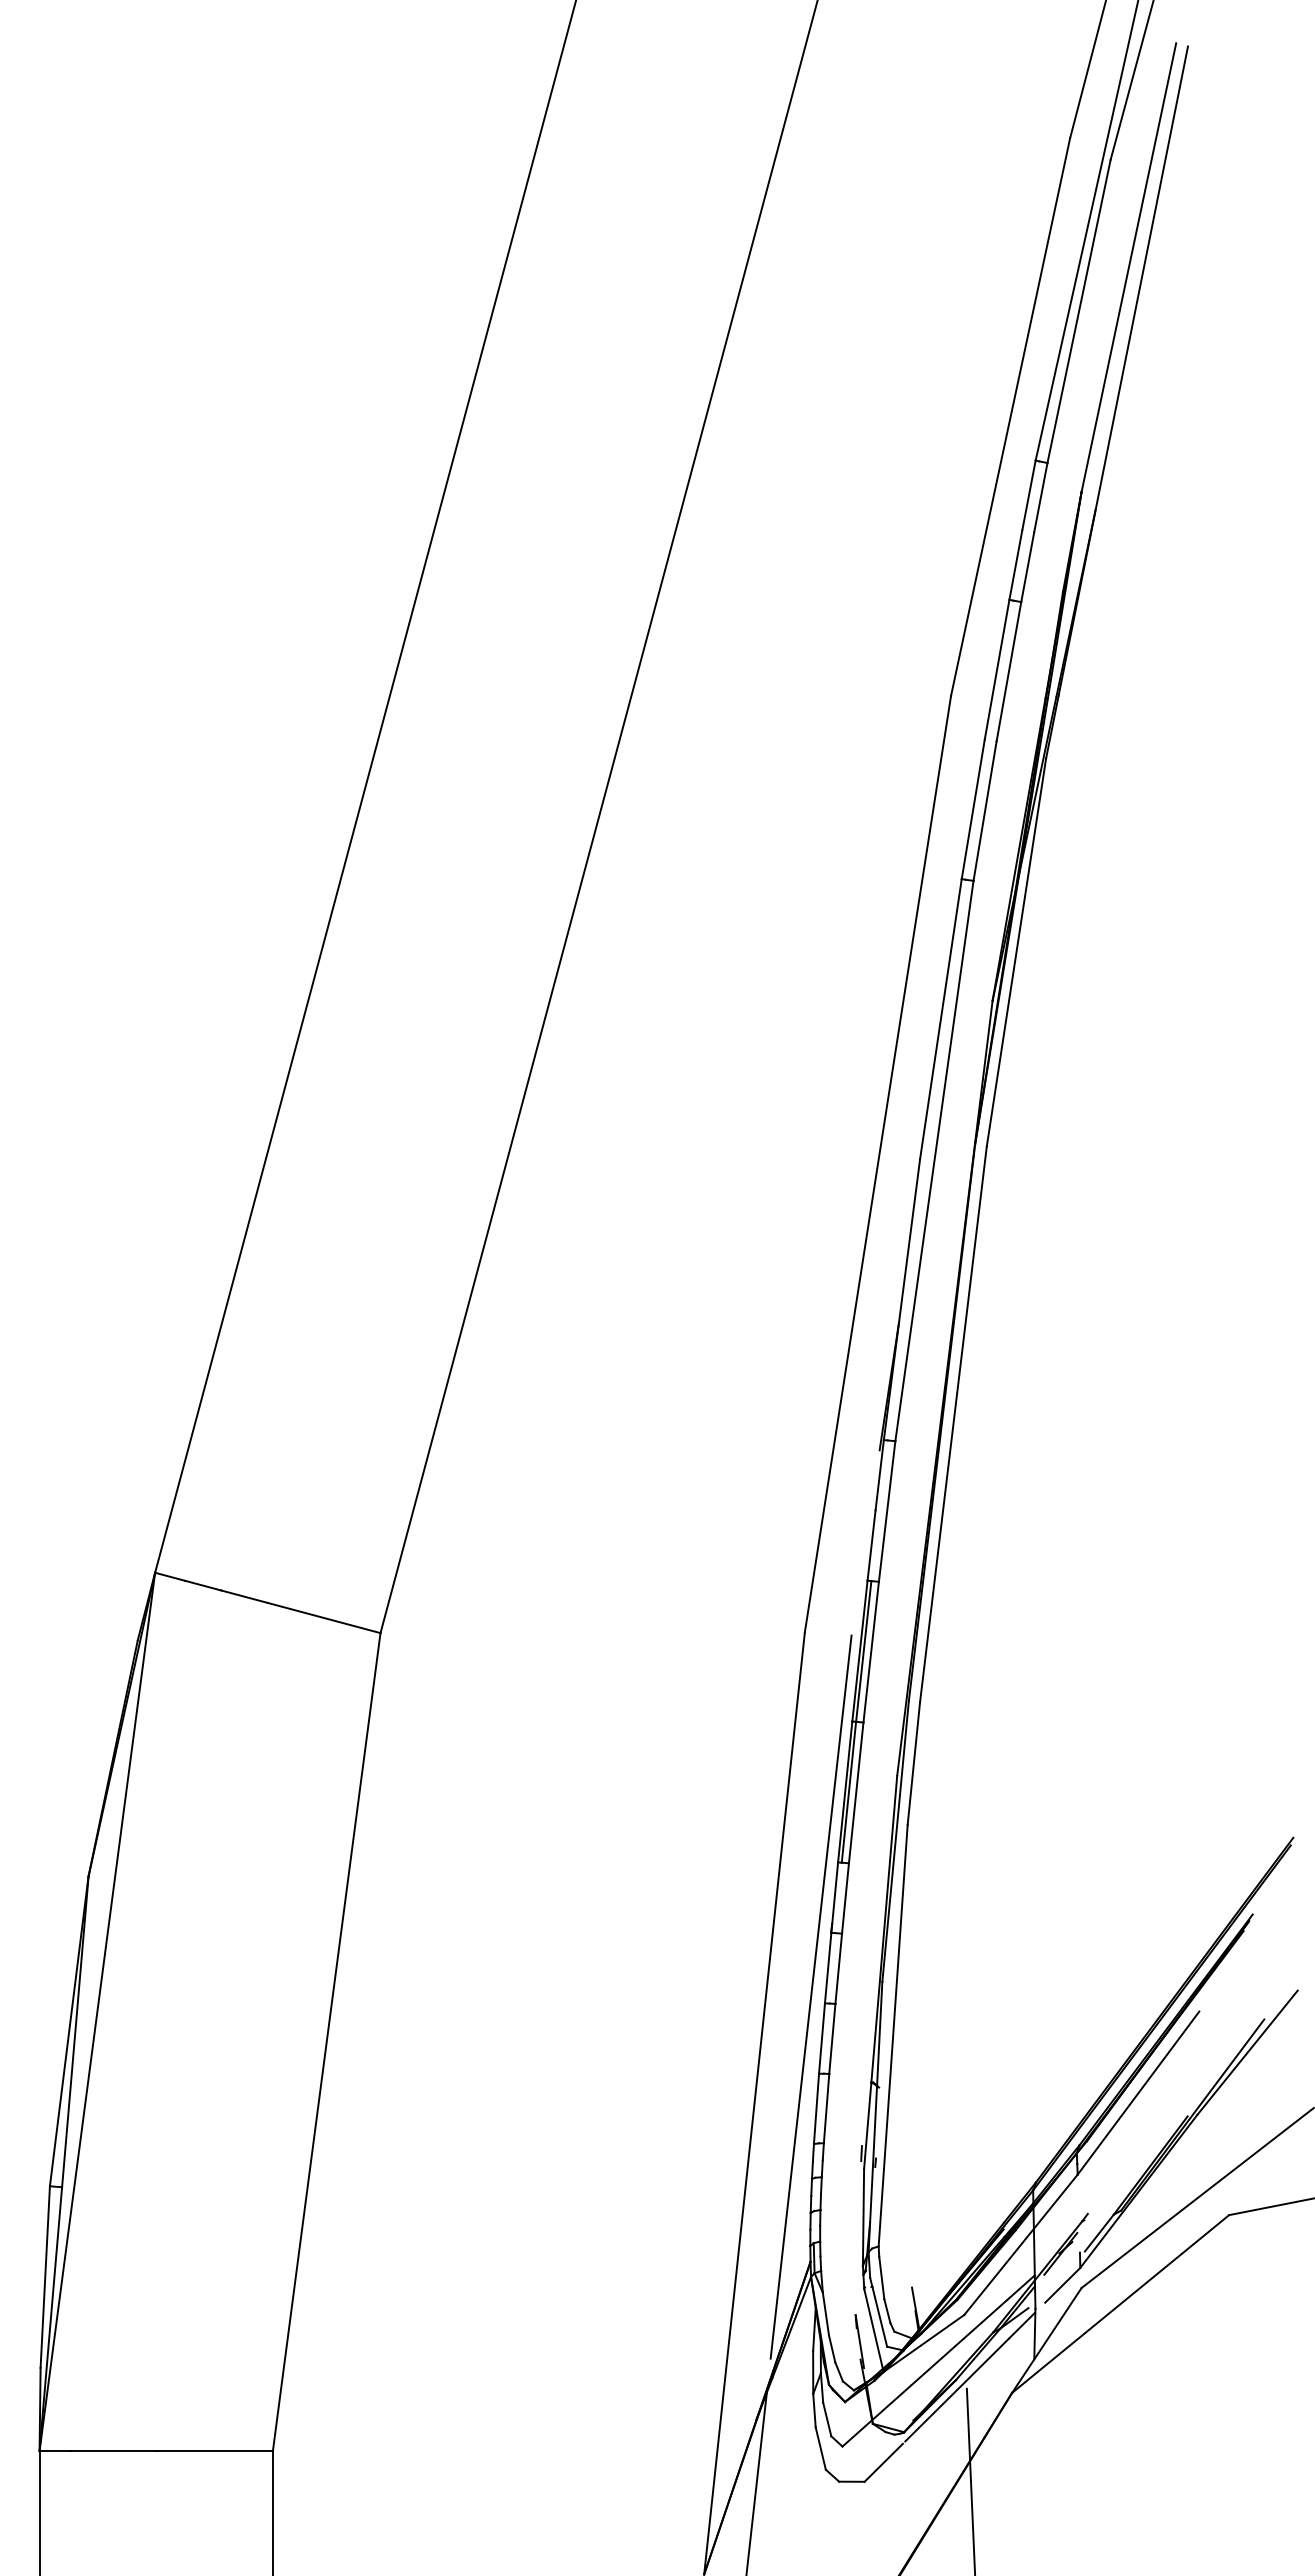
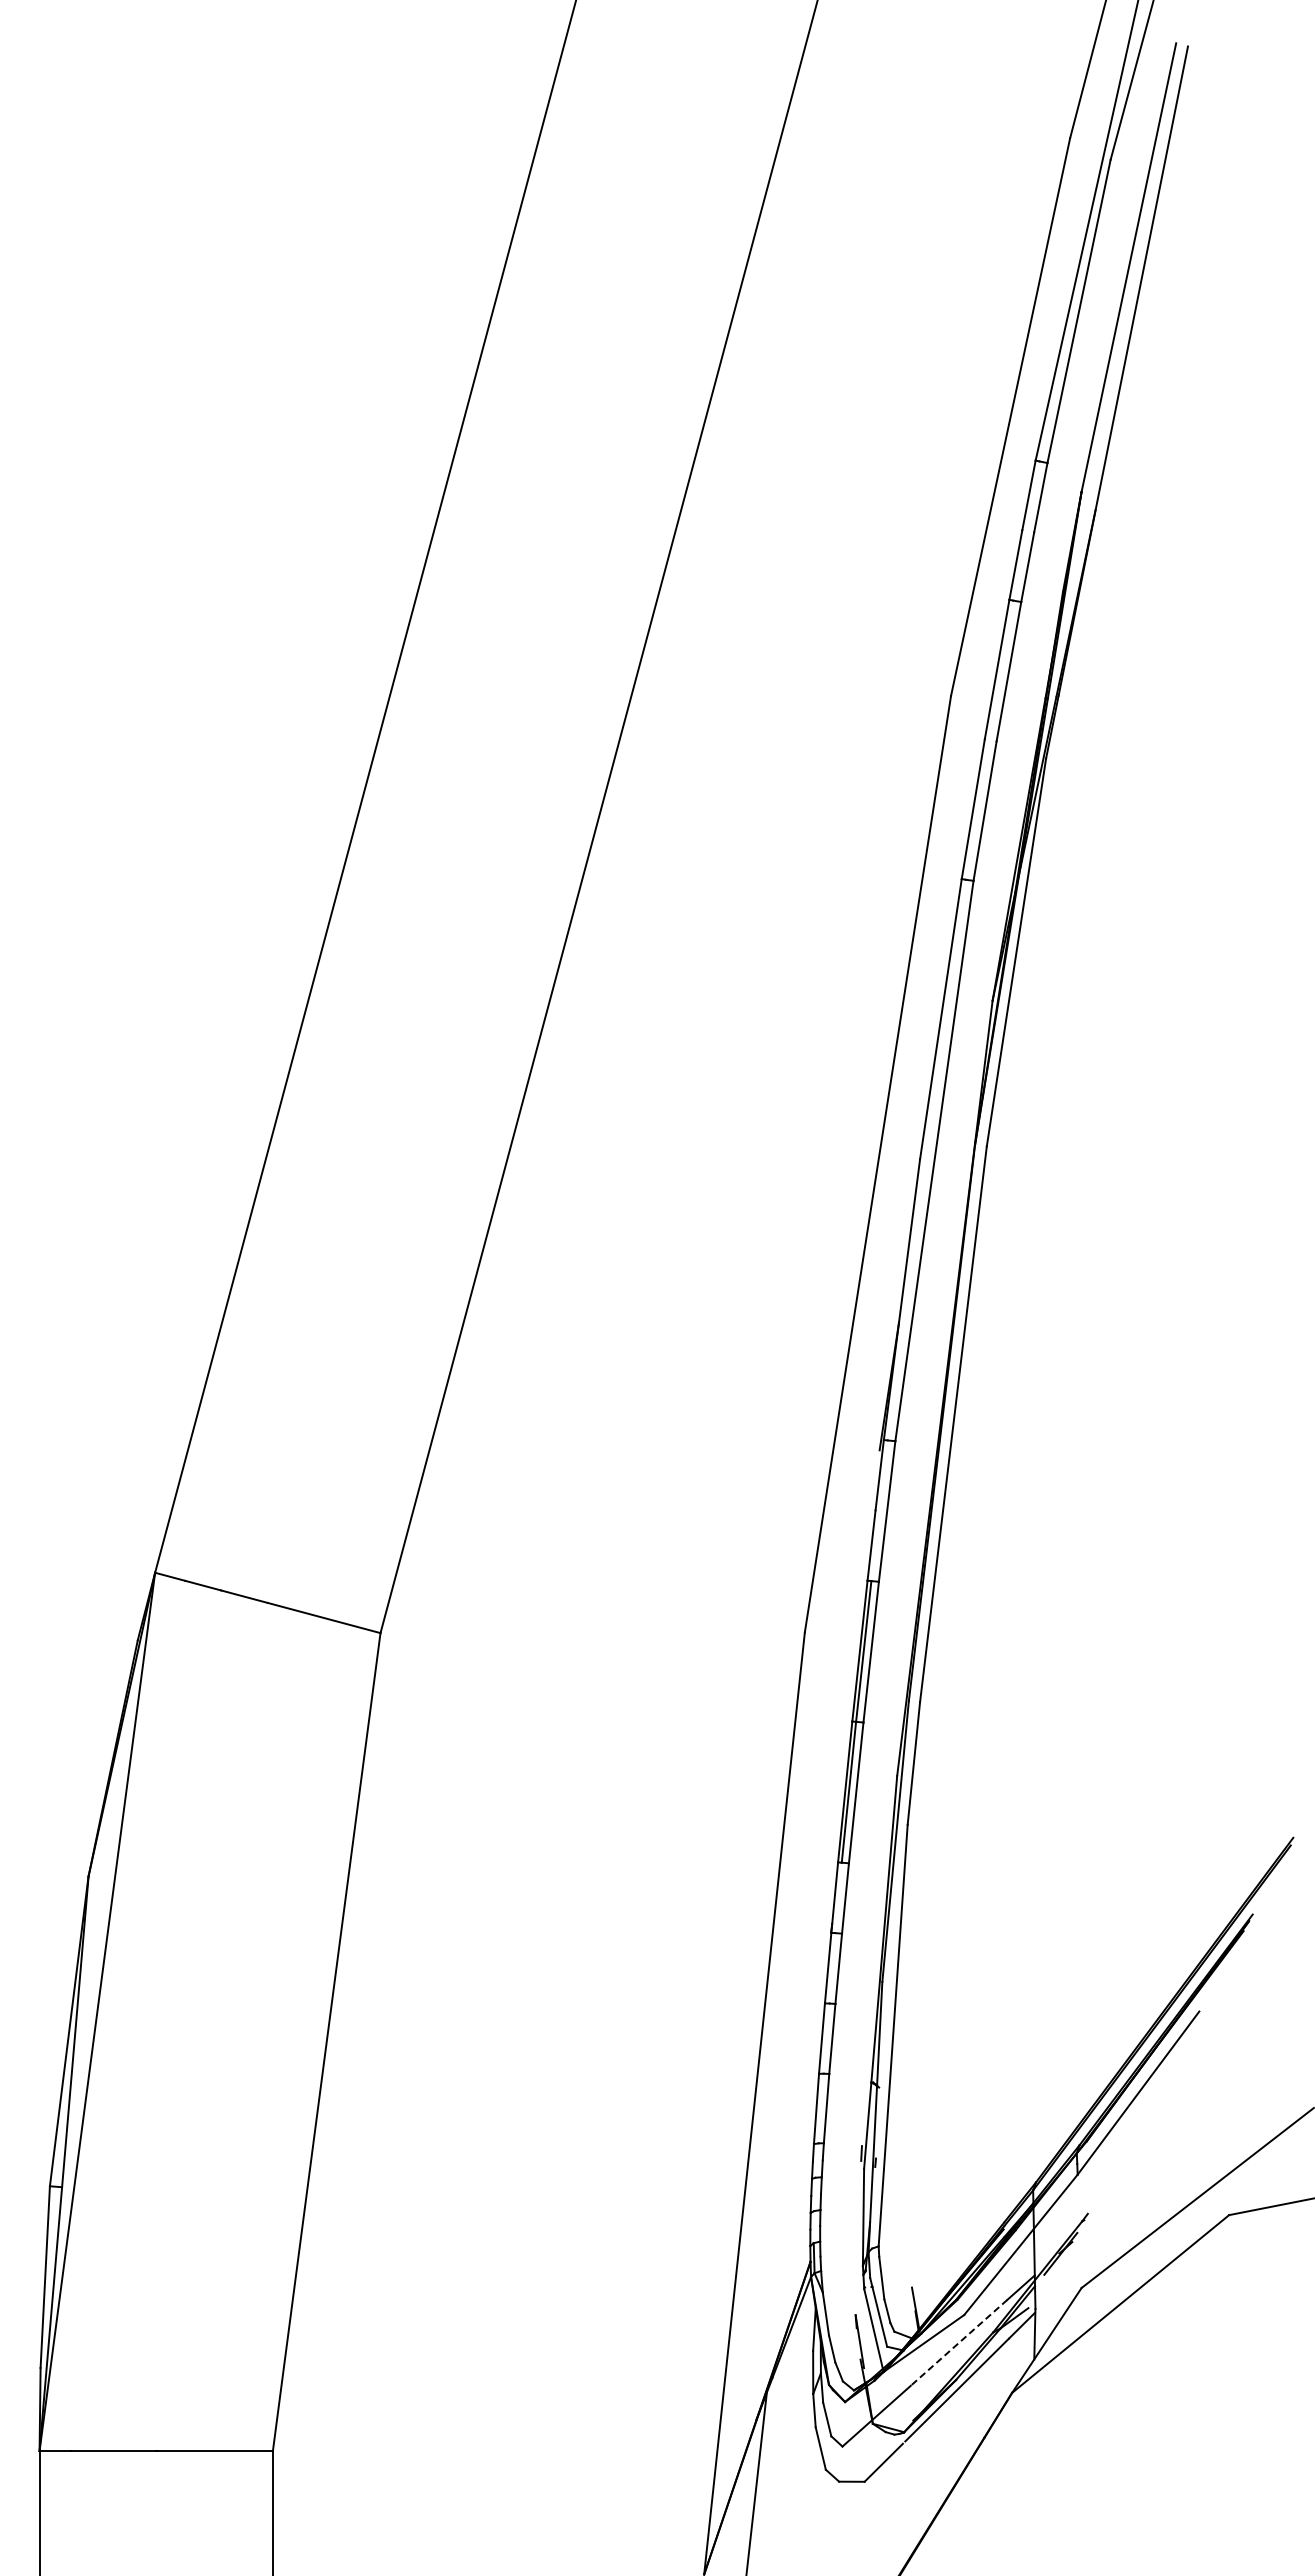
line at (810, 1996): present -> none
part at (1171, 2146): present -> none
line at (959, 2342): solid -> dashed
line at (970, 2480): present -> none
